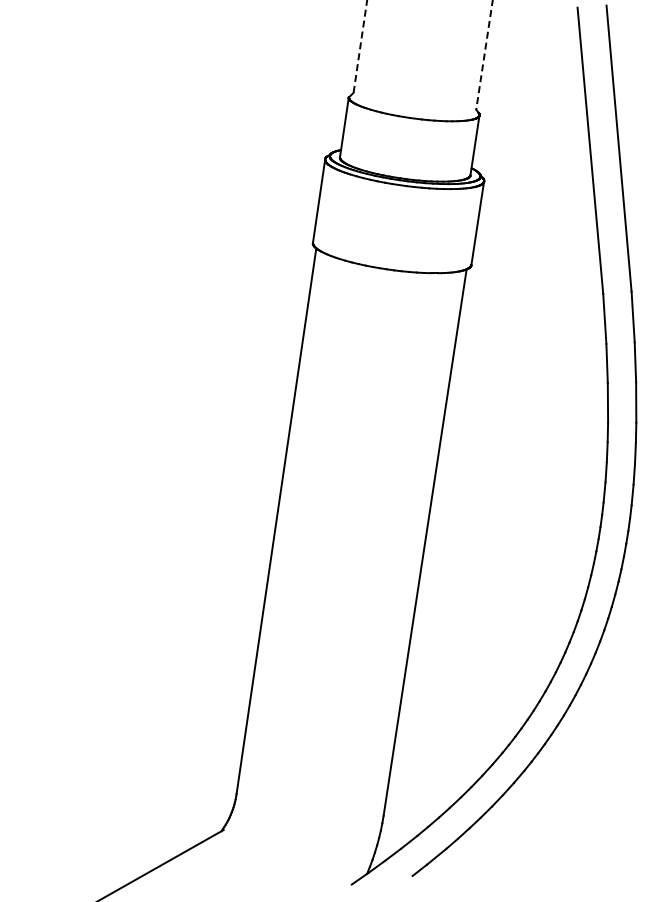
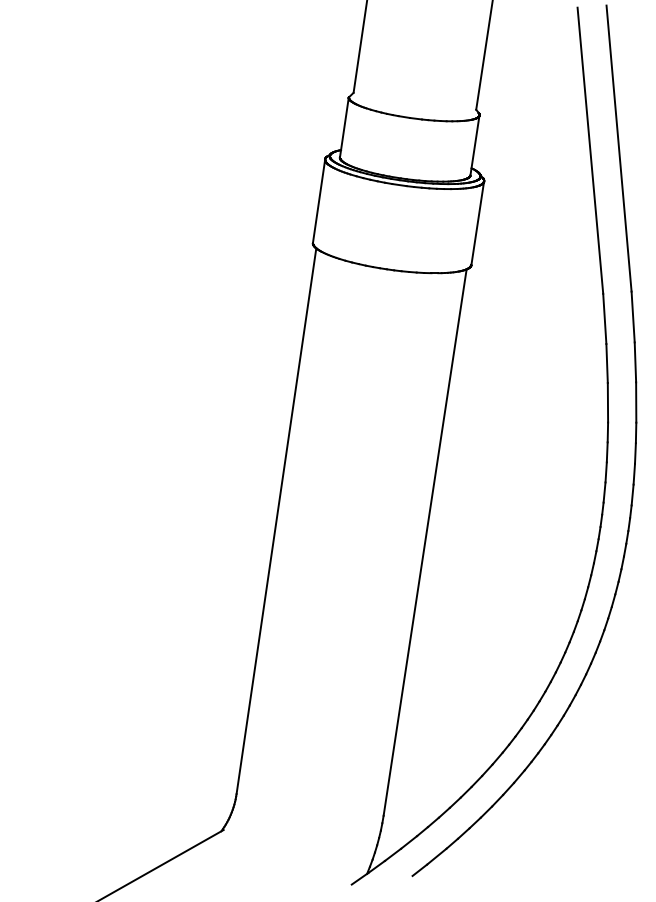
line at (360, 46): dashed -> solid
line at (484, 55): dashed -> solid
